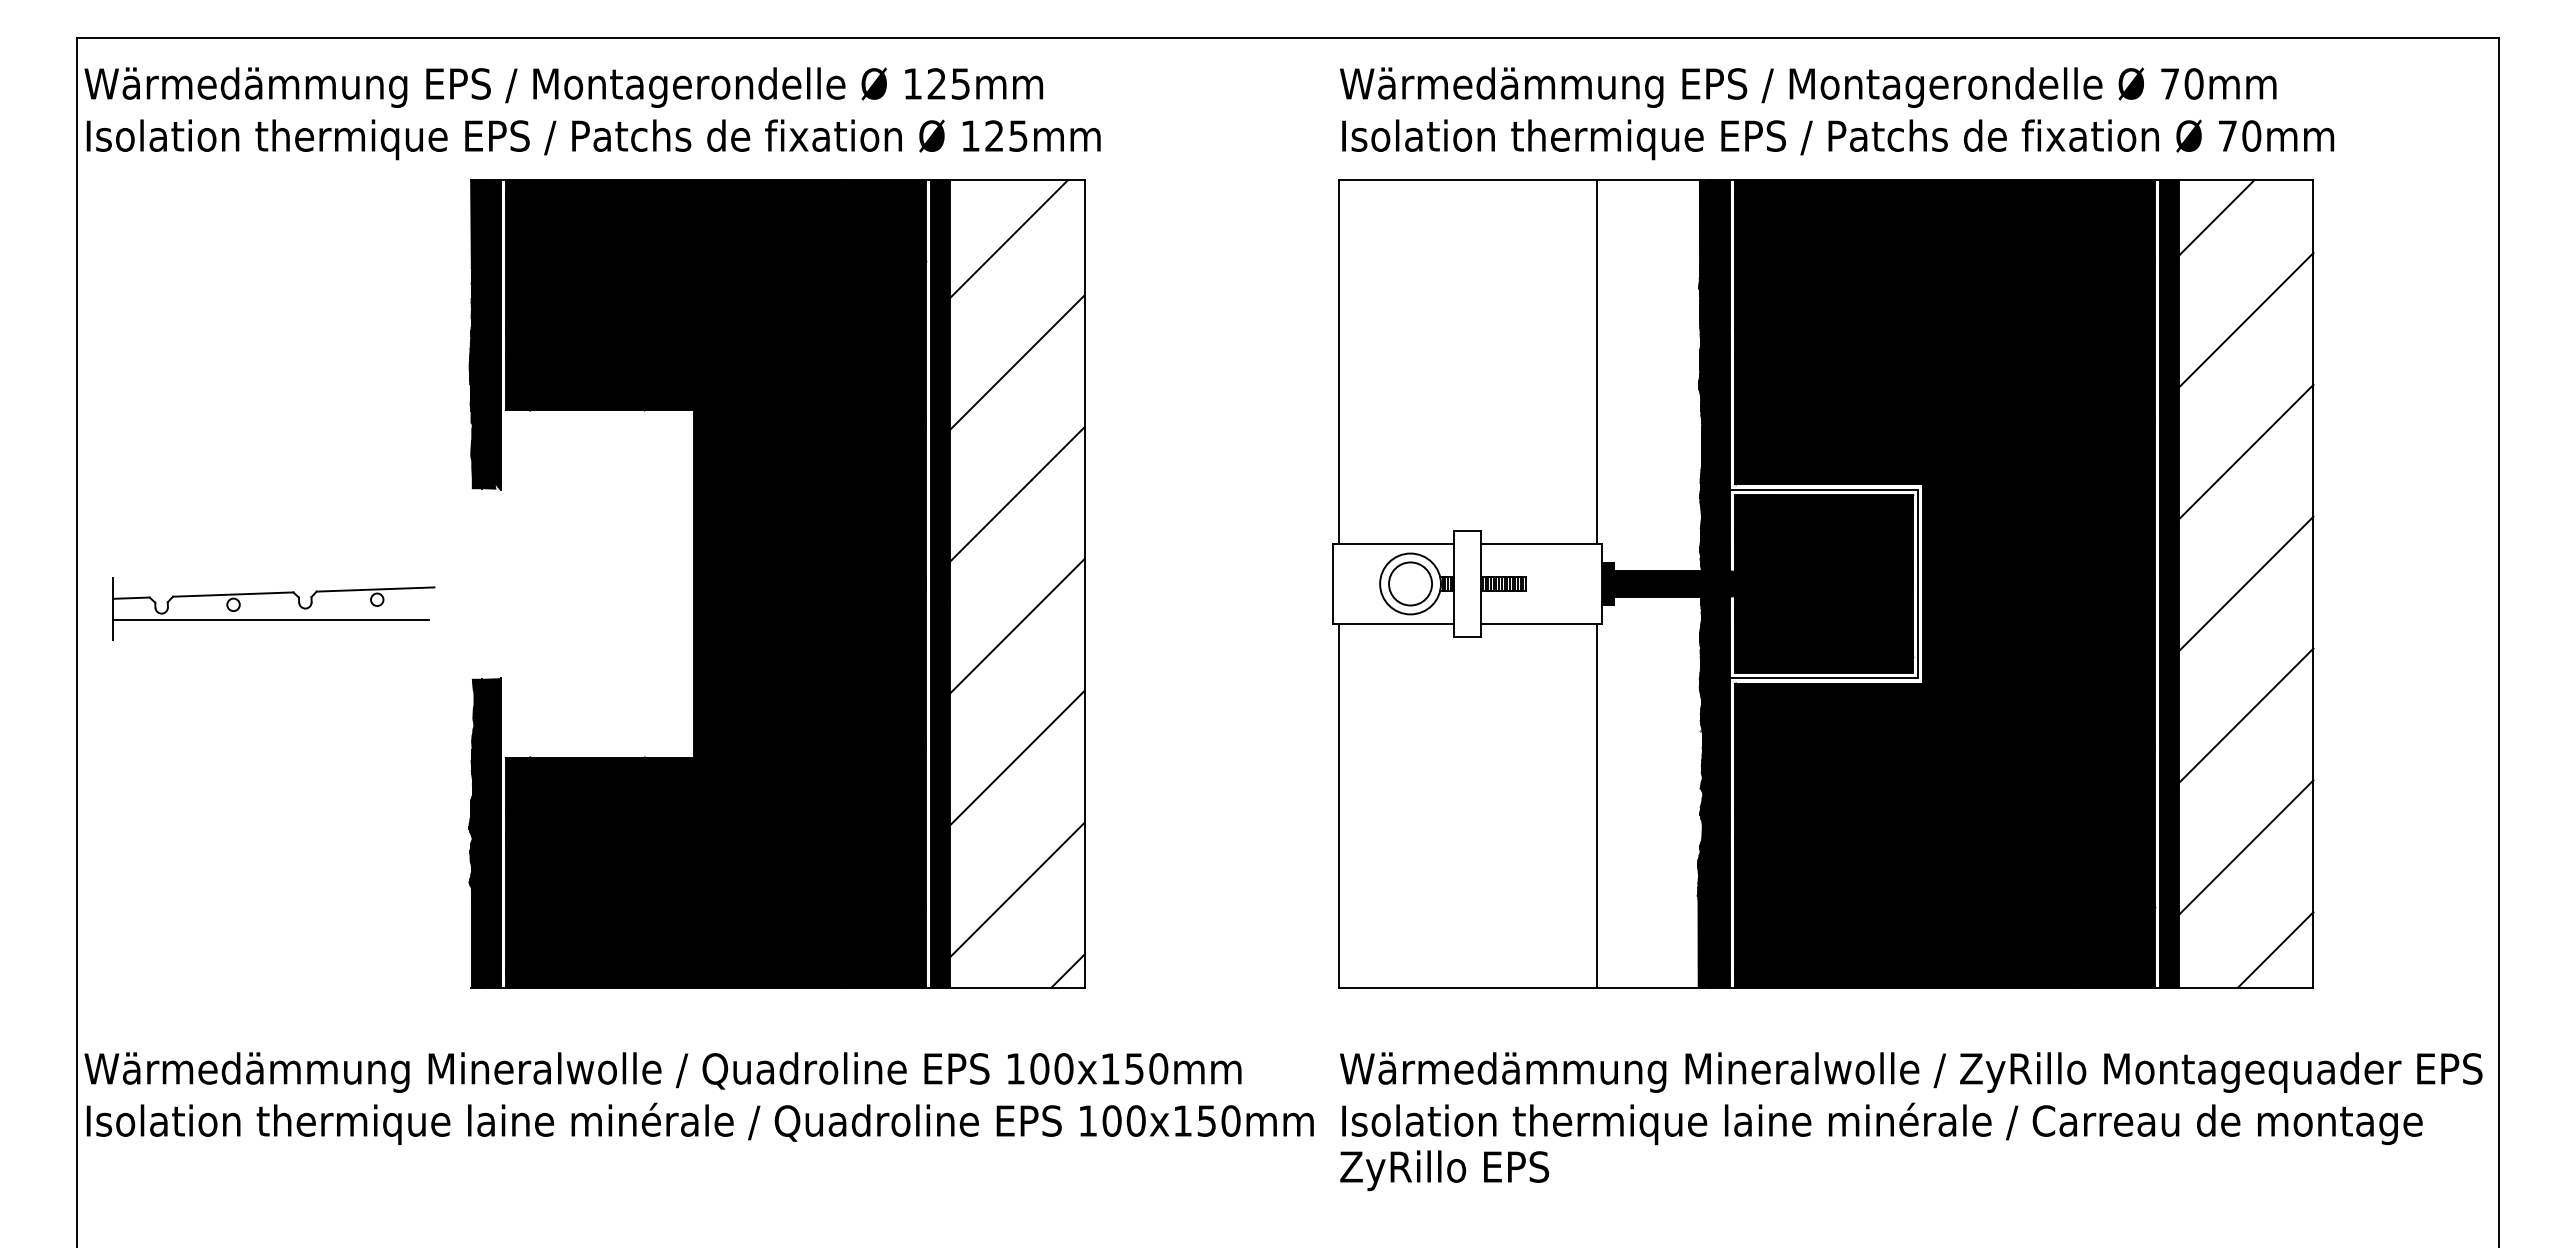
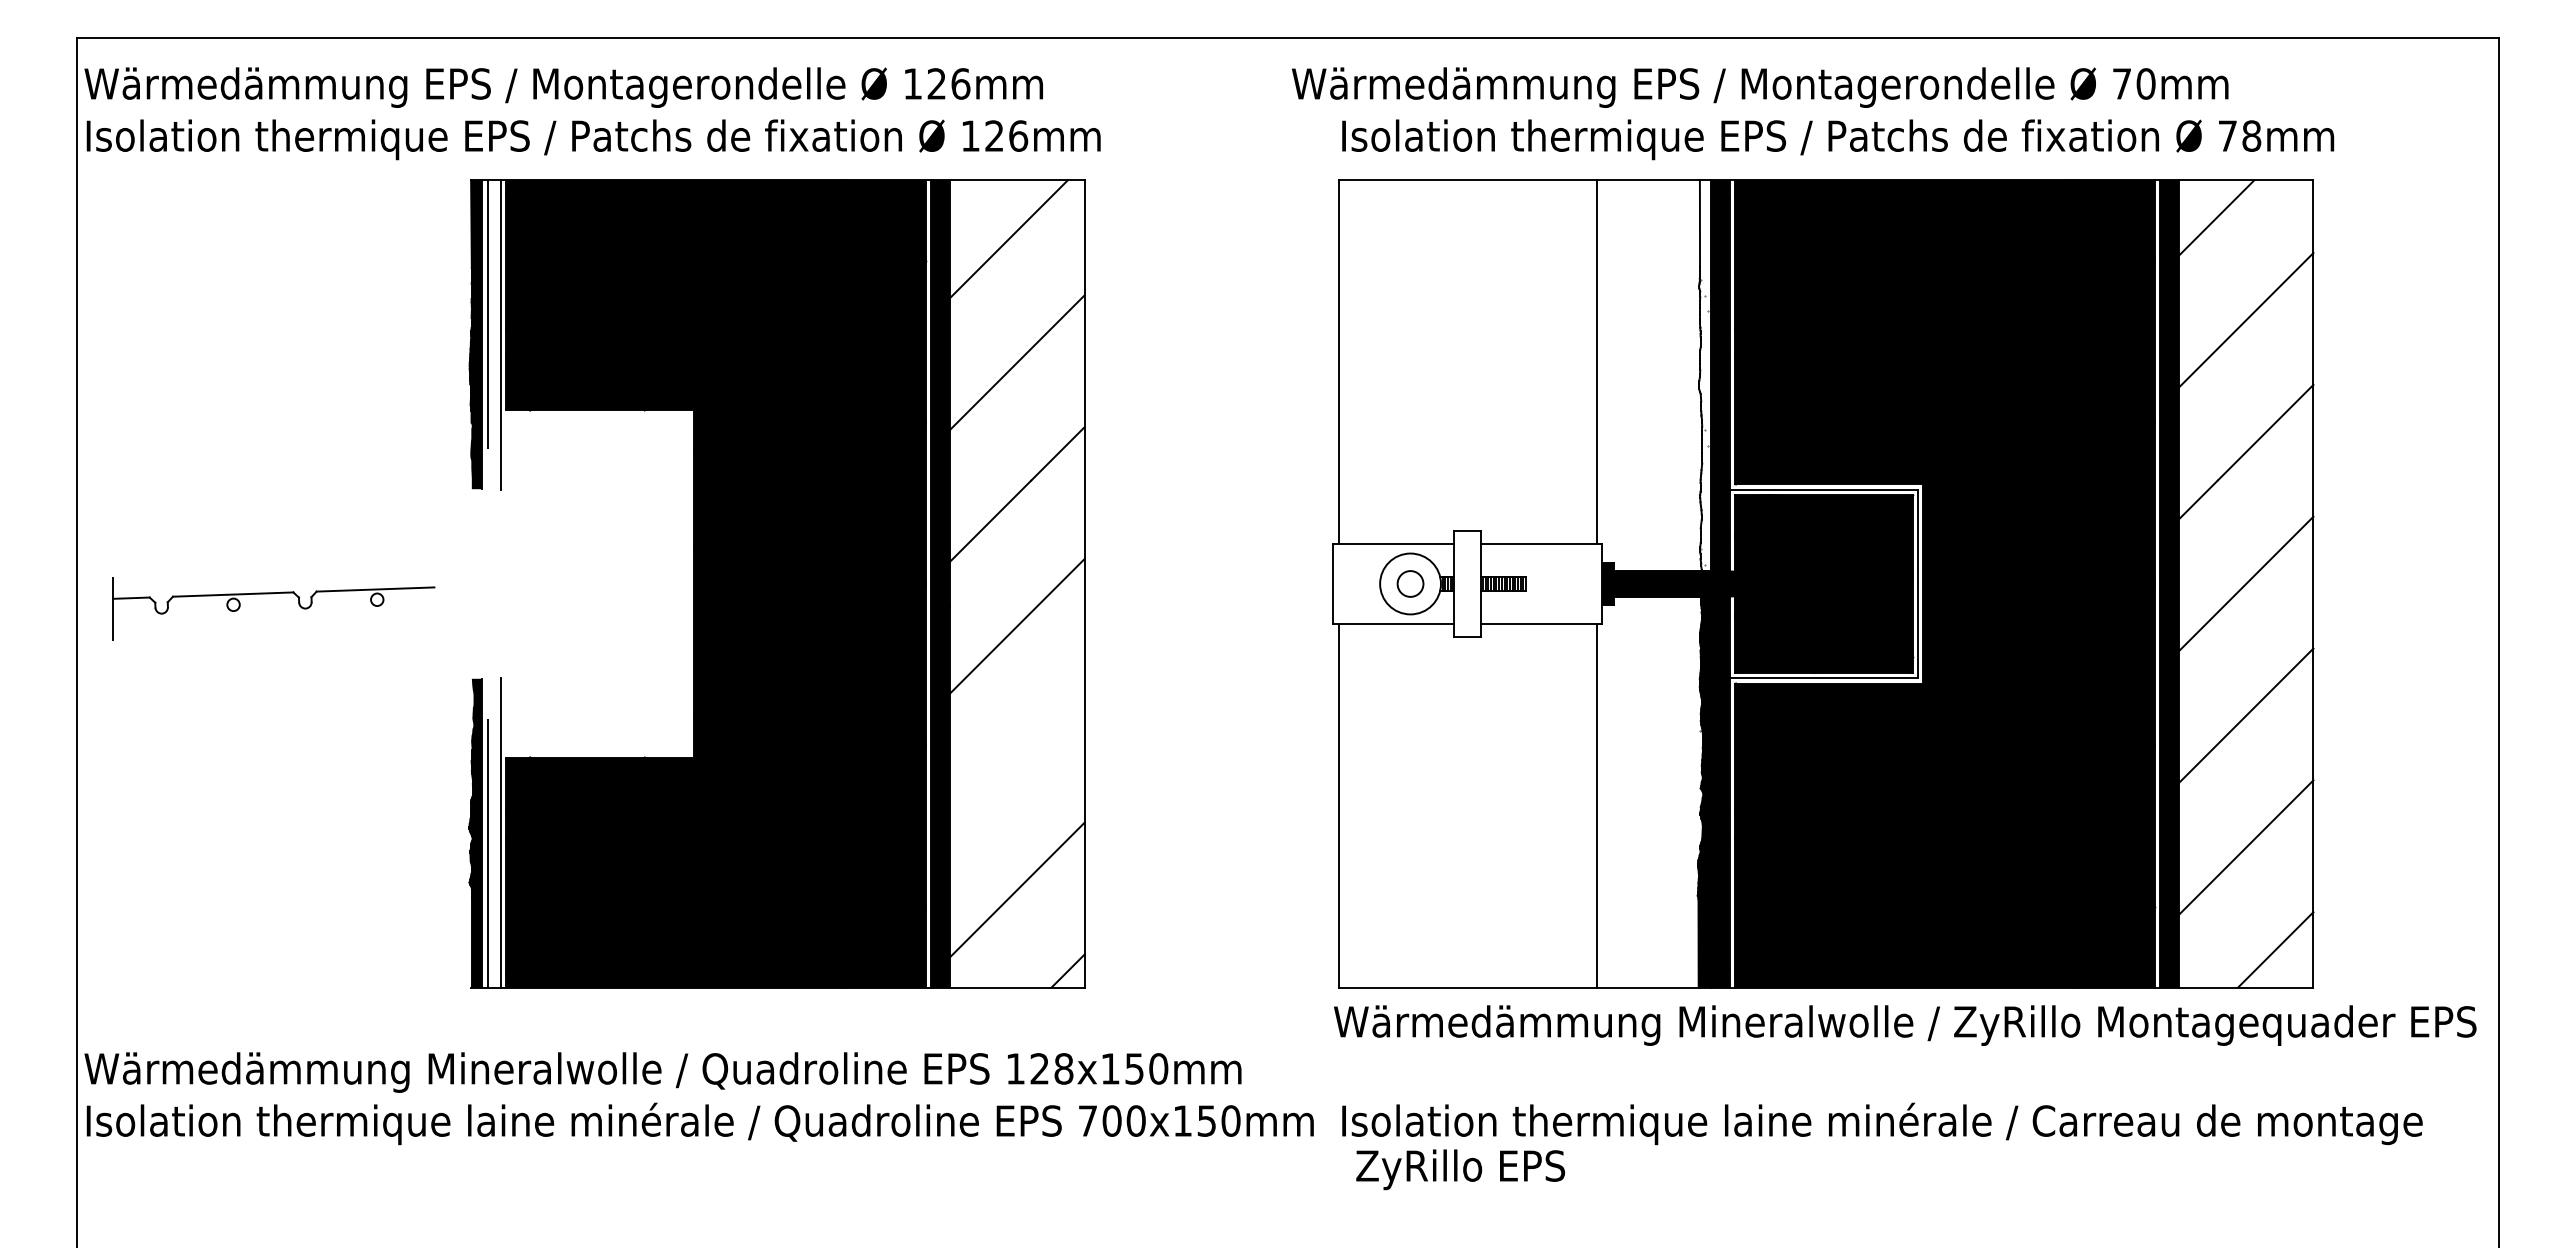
text at (960, 83): 125mm -> 126mm
text at (1808, 87) position: (1808, 87) -> (1760, 87)
text at (1018, 135): 125mm -> 126mm
text at (2251, 135): 70mm -> 78mm
fill at (490, 334): present -> none
fill at (1704, 375): present -> none
circle at (1410, 583) diameter: 43 px -> 26 px
line at (271, 620): present -> none
line at (1017, 757): present -> none
fill at (490, 832): present -> none
text at (1051, 1068): 100x150mm -> 128x150mm
text at (1911, 1072) position: (1911, 1072) -> (1905, 1025)
text at (1087, 1120): 100x150mm -> 700x150mm
text at (1444, 1170) position: (1444, 1170) -> (1460, 1169)
